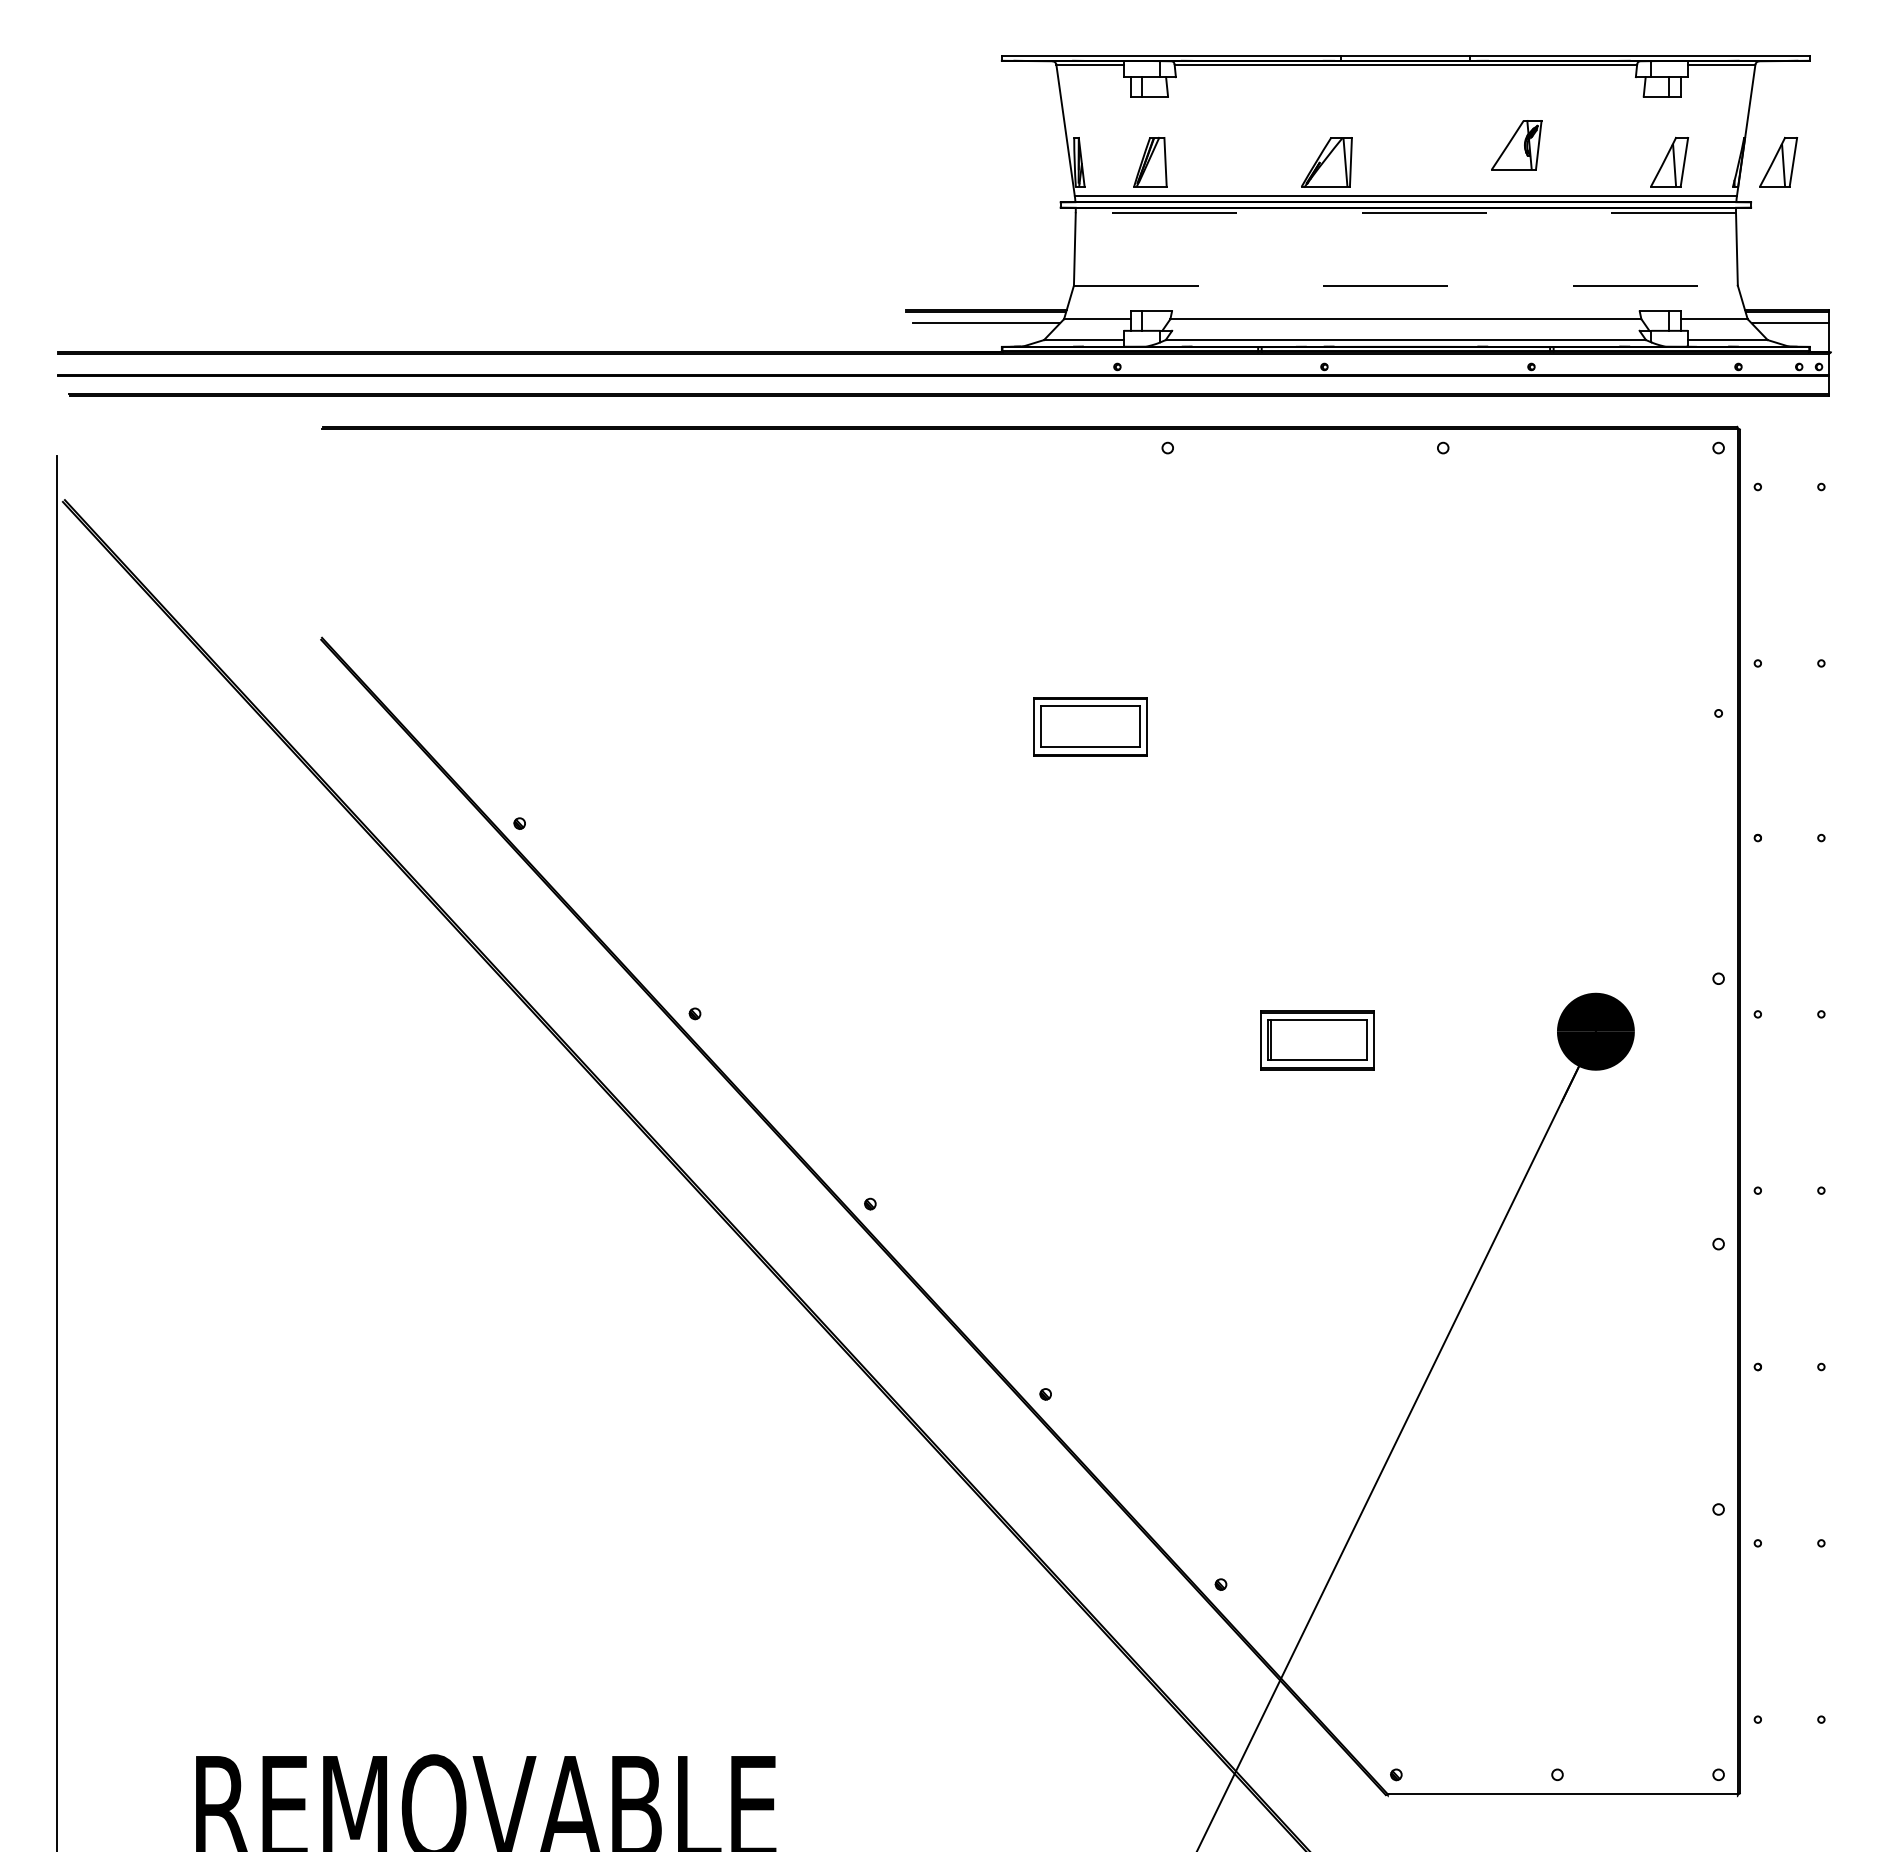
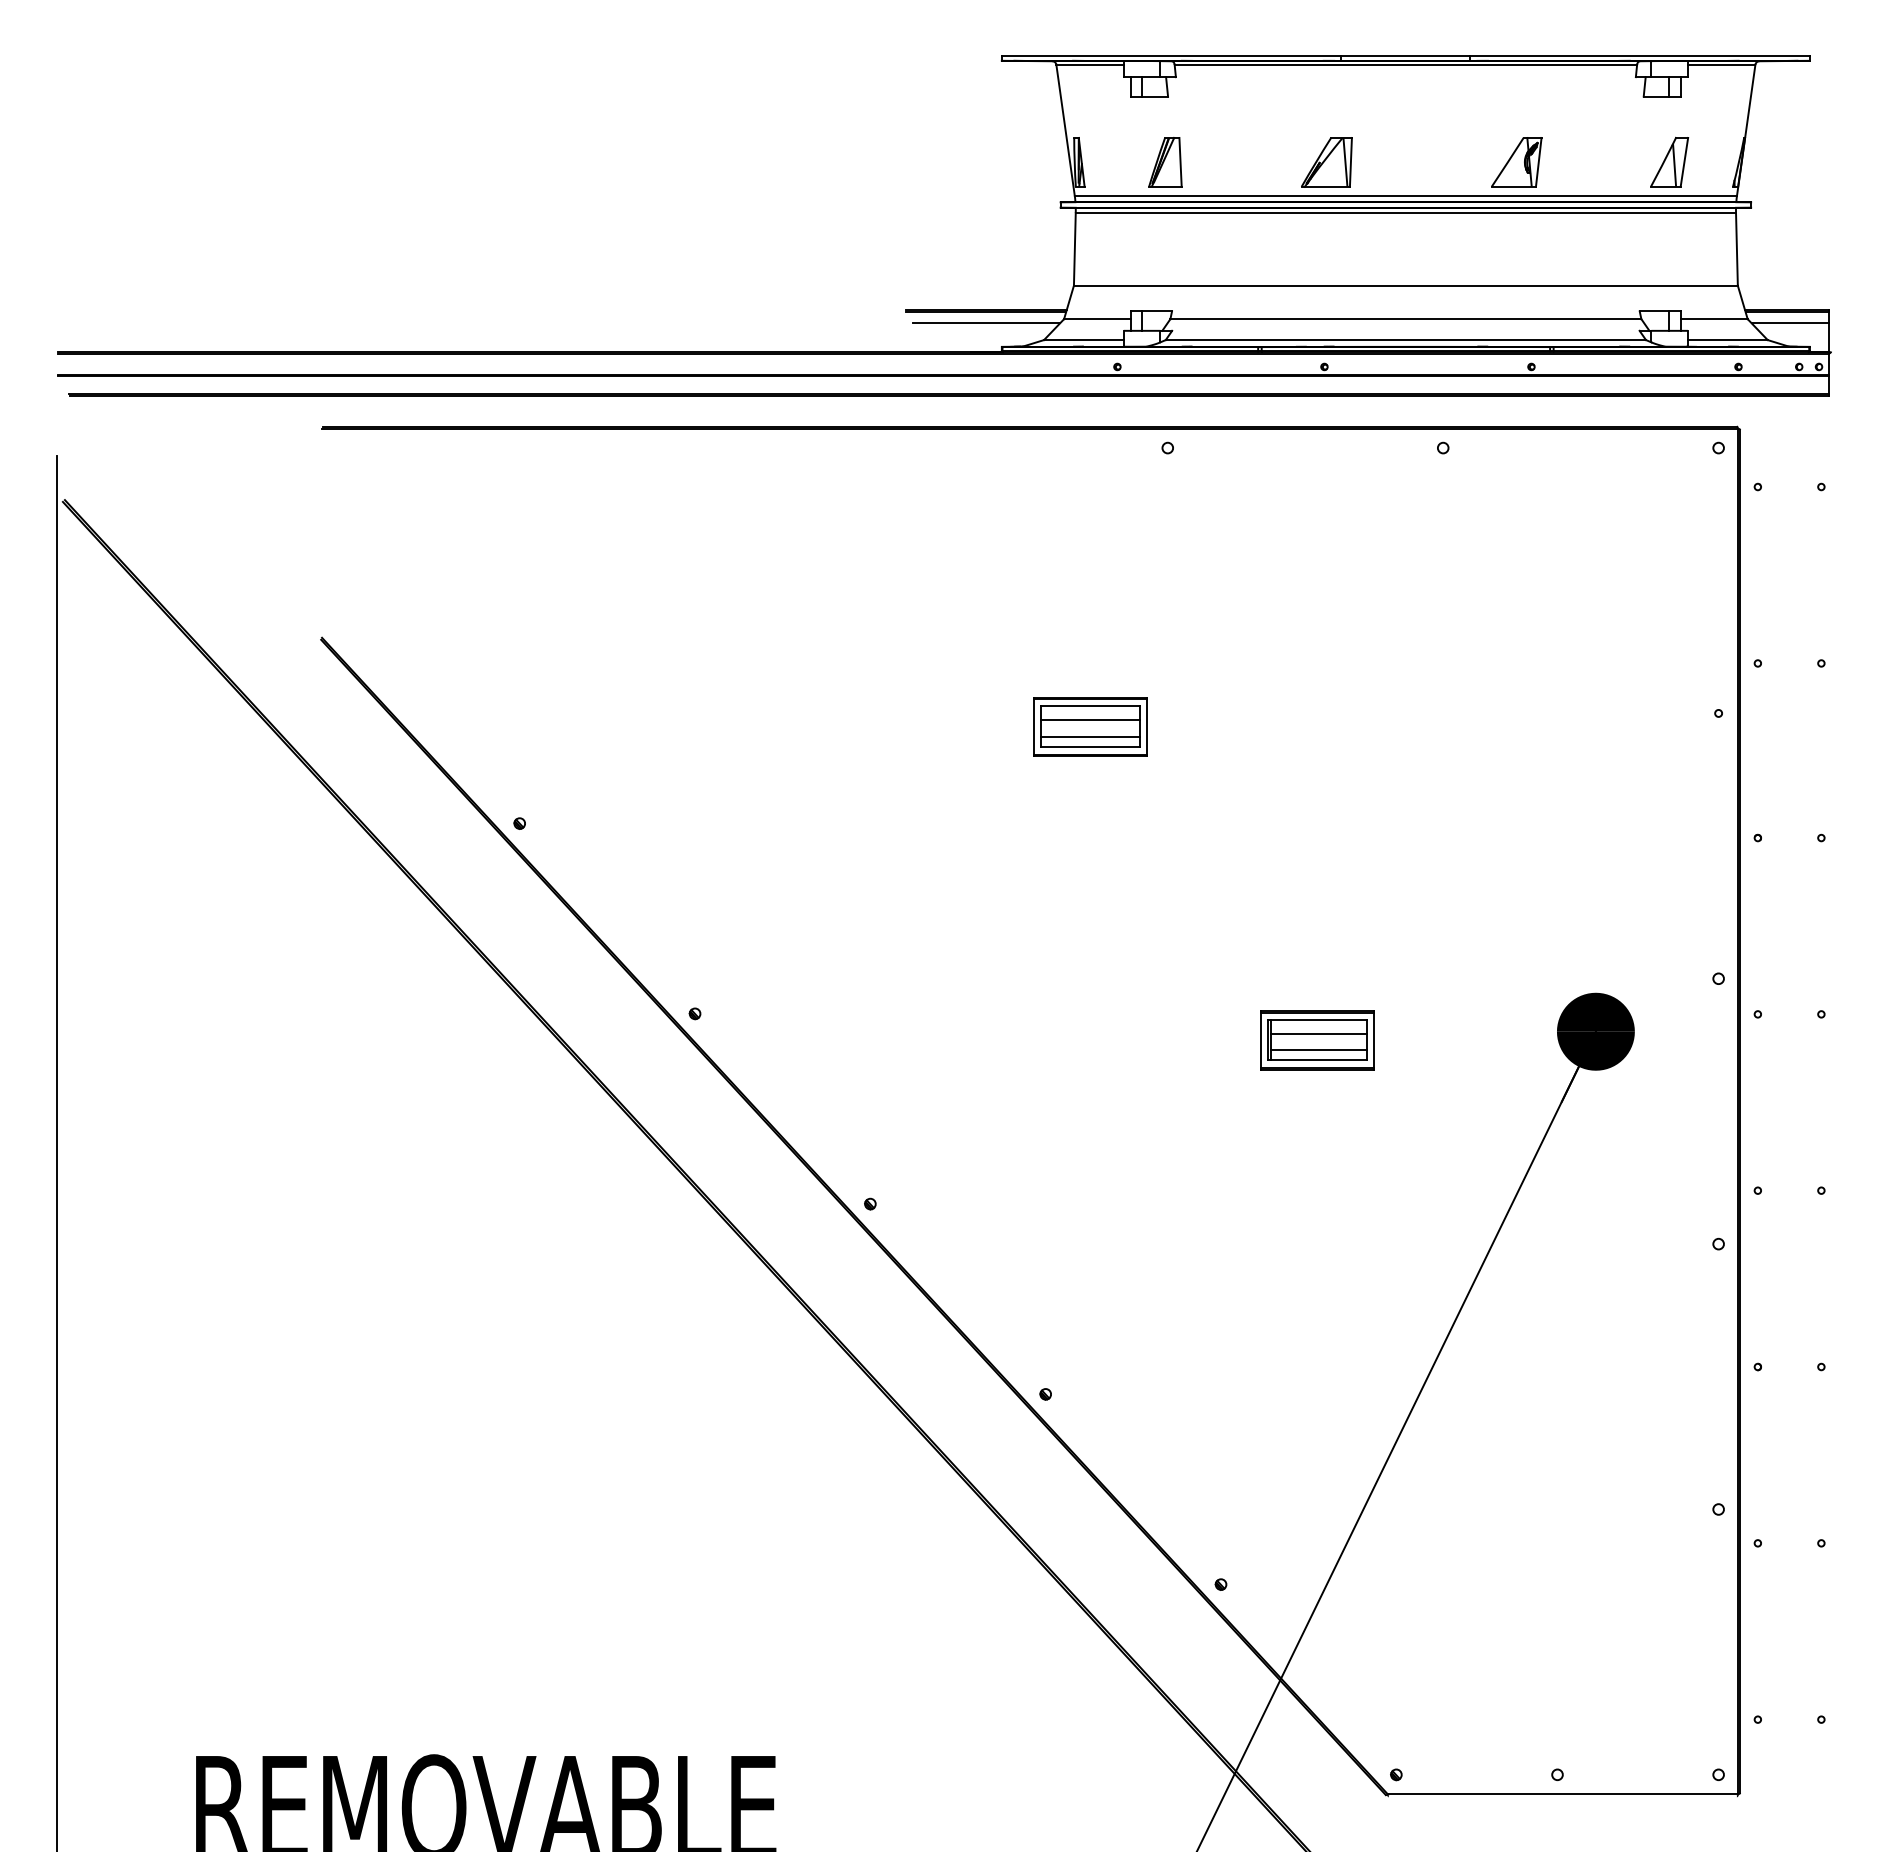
part at (1516, 145) position: (1516, 145) -> (1516, 162)
part at (1778, 161): present -> none
part at (1150, 162) position: (1150, 162) -> (1165, 162)
line at (1405, 213): dashed -> solid
line at (1405, 285): dashed -> solid
line at (1090, 720): none -> present
line at (1090, 736): none -> present
line at (1319, 1033): none -> present
line at (1319, 1049): none -> present
